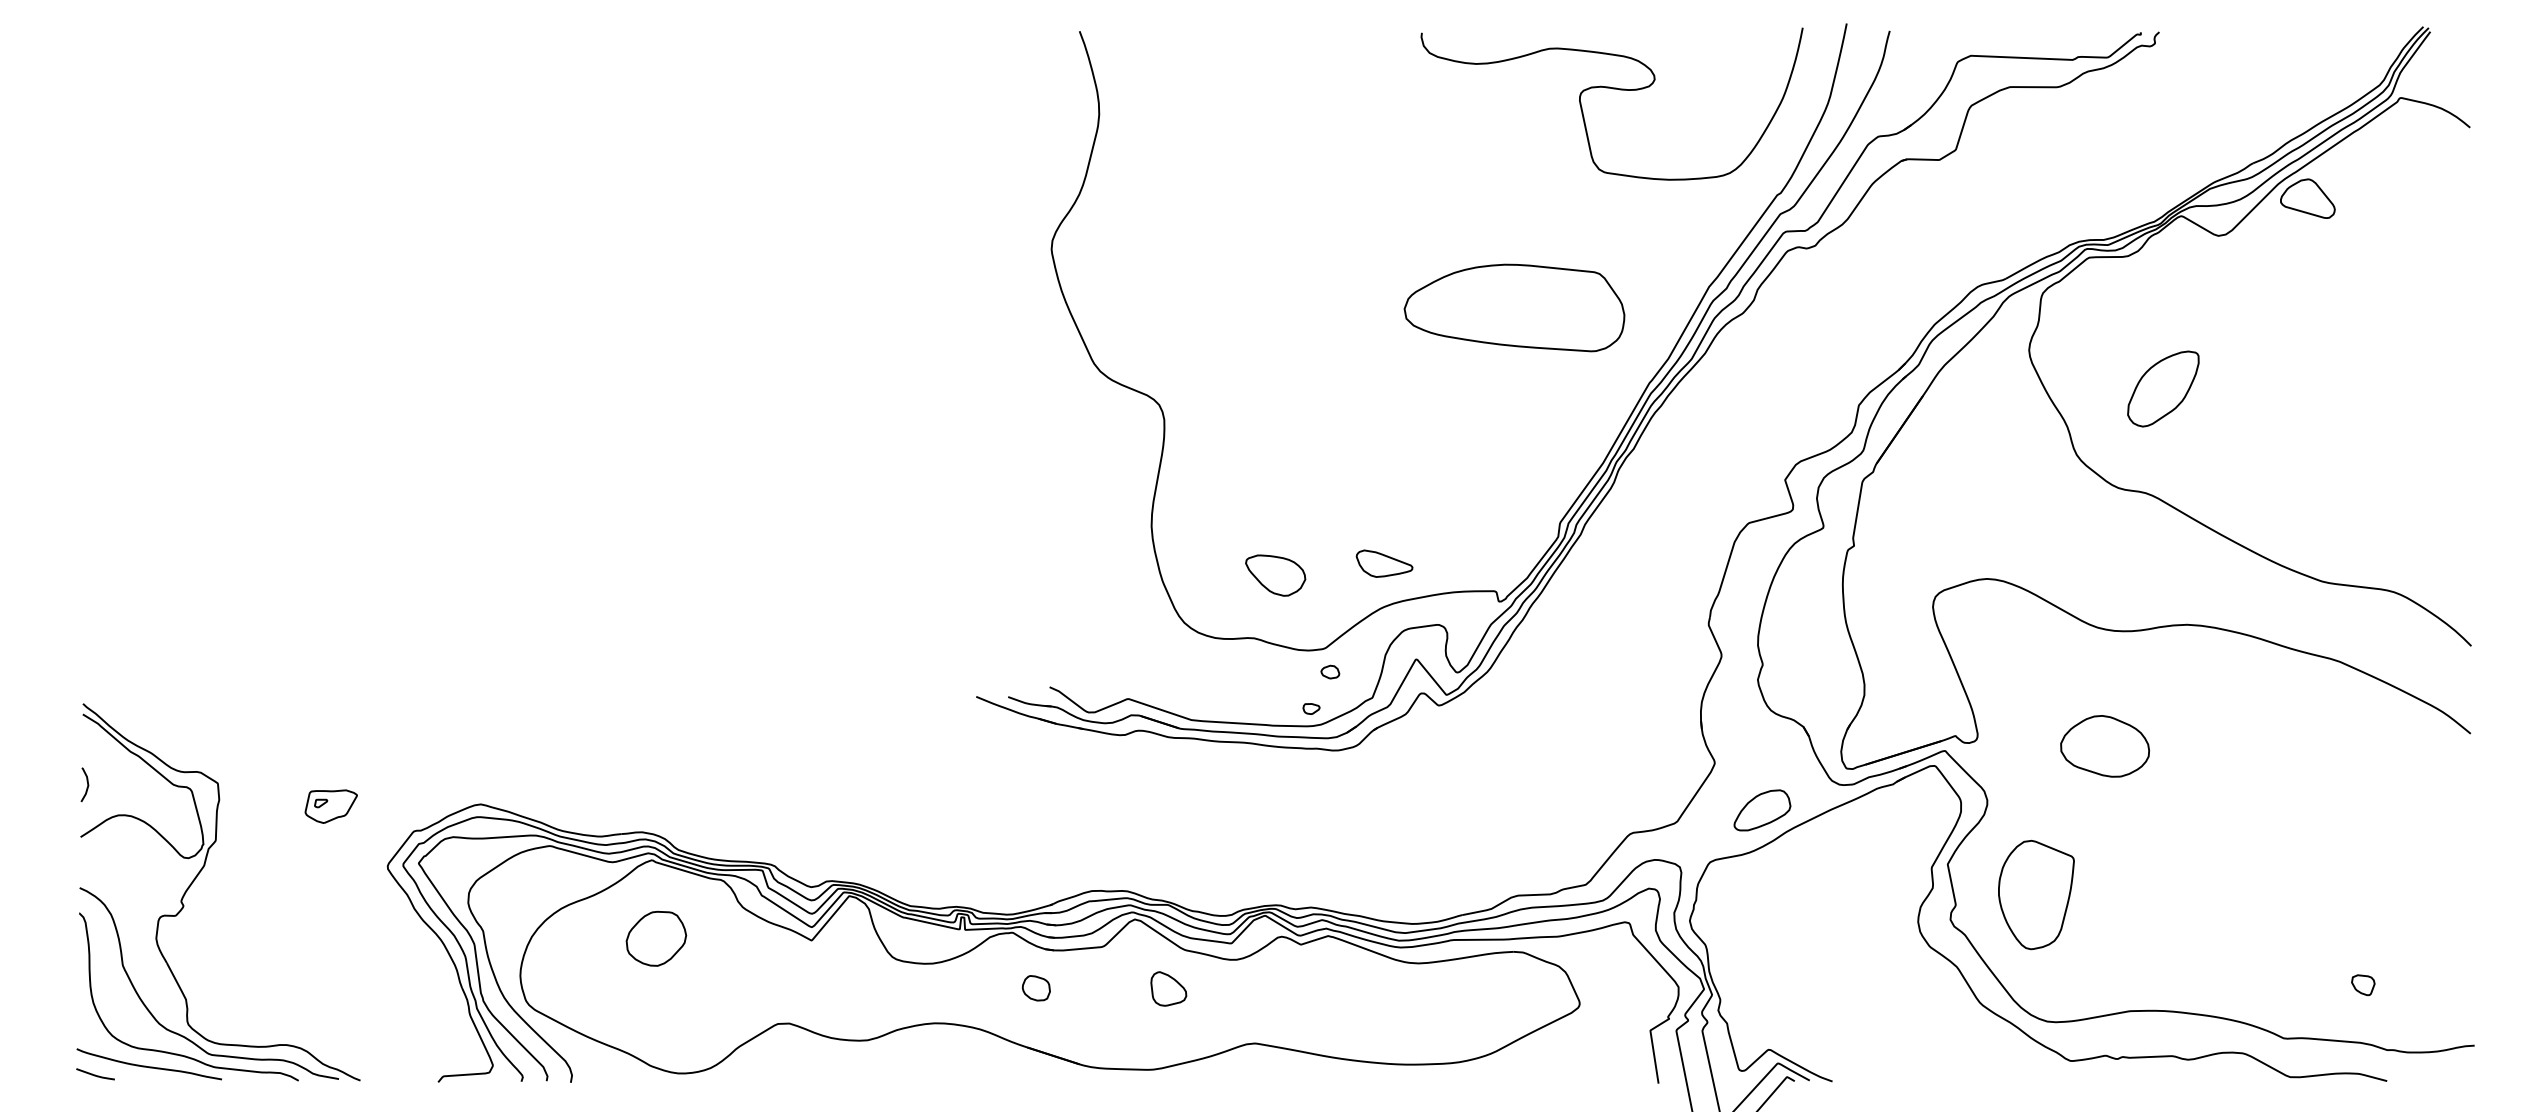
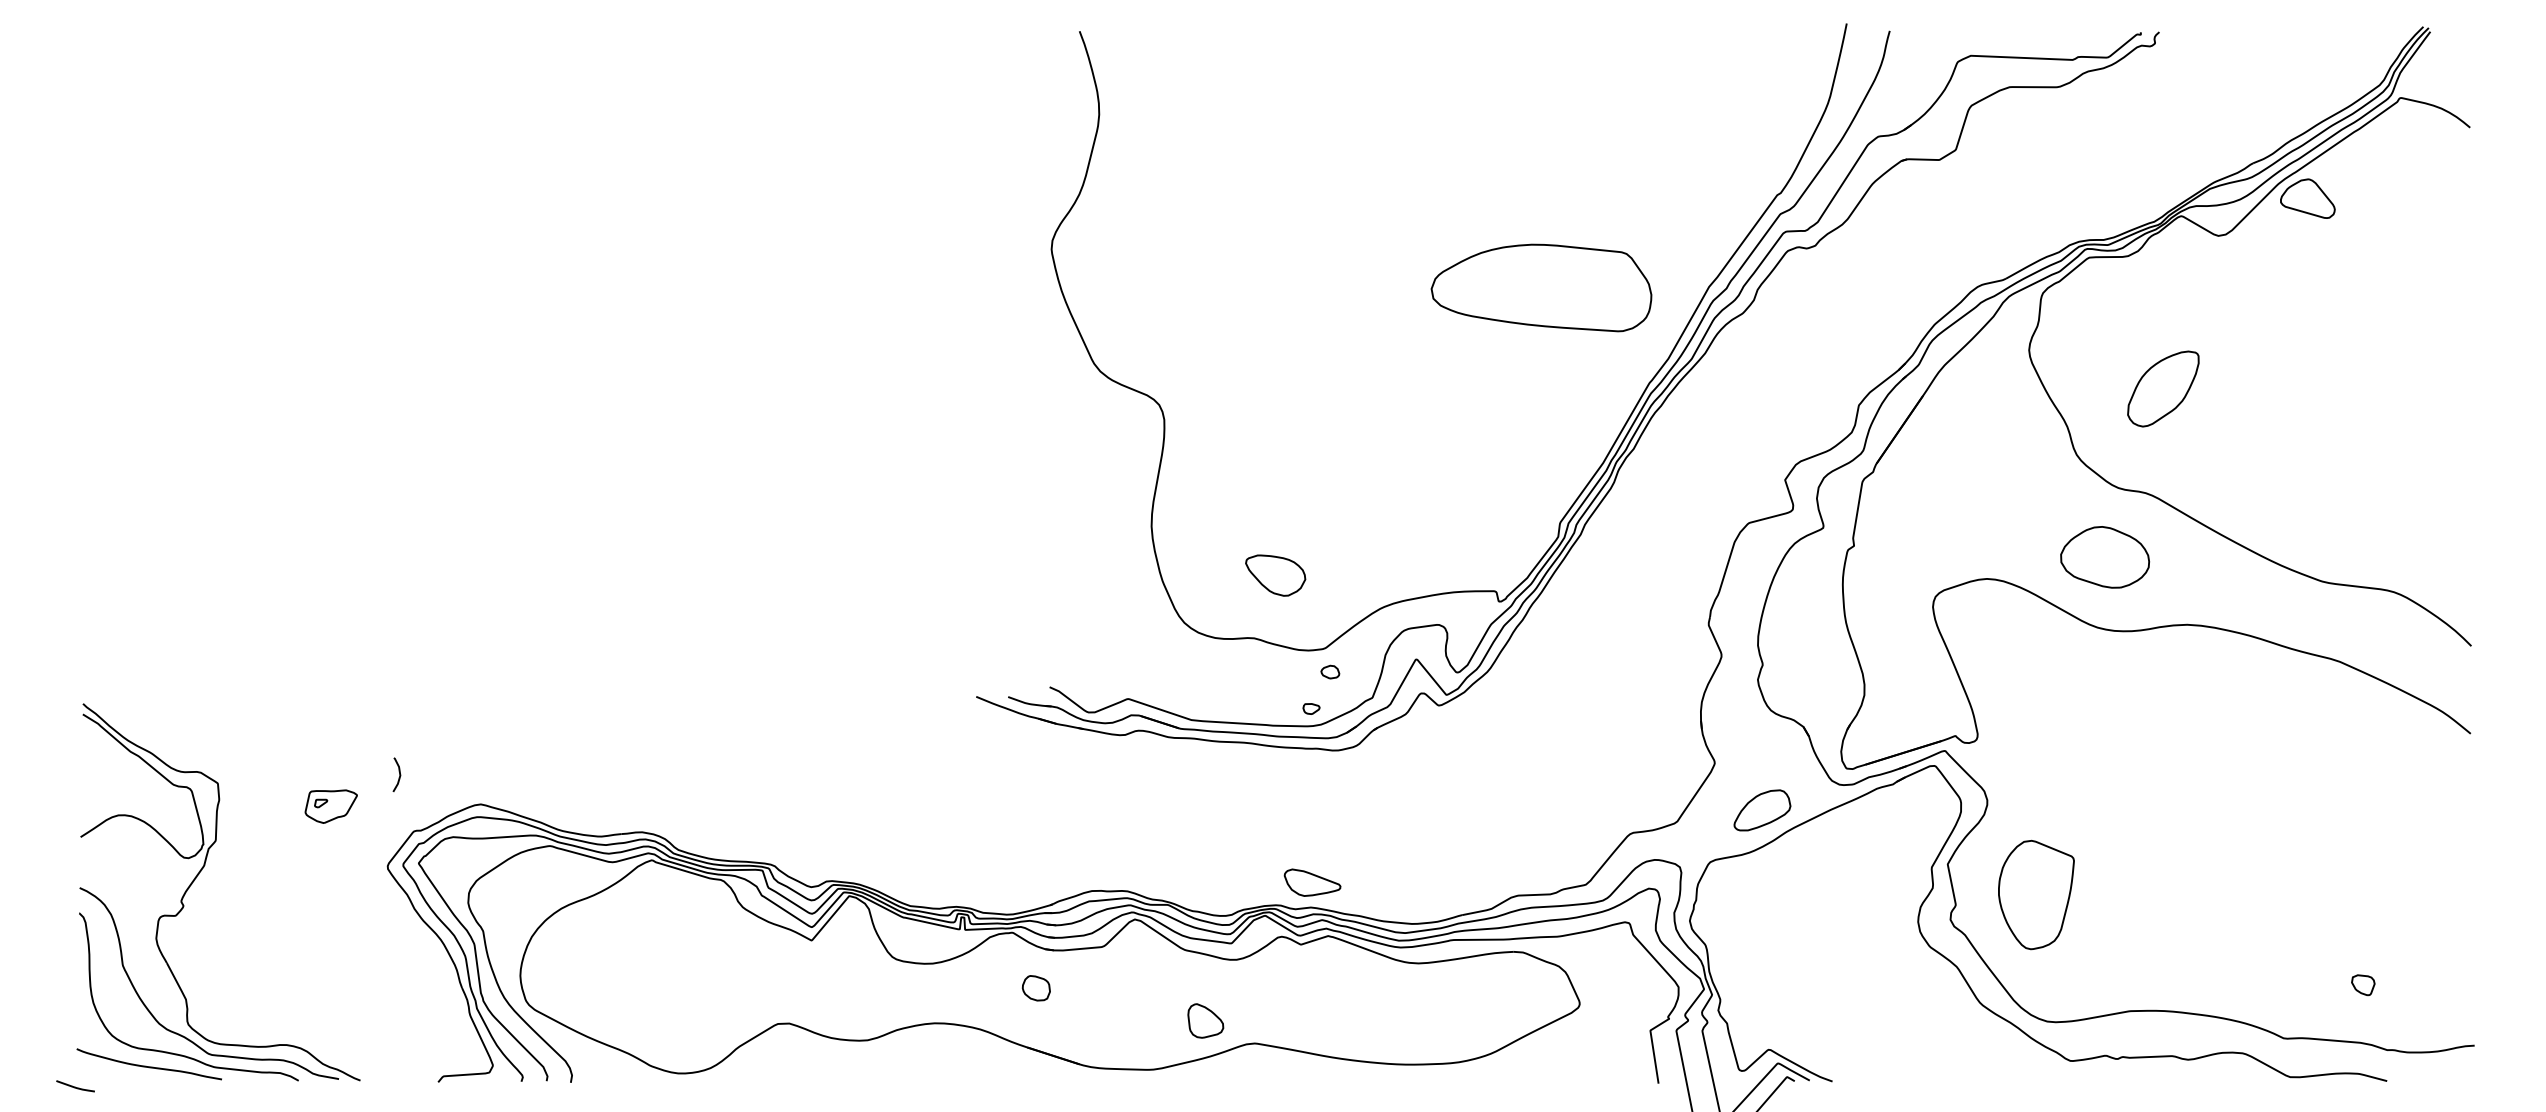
curve at (1612, 89): present -> none
part at (1514, 307) position: (1514, 307) -> (1541, 287)
part at (1384, 563) position: (1384, 563) -> (1312, 882)
part at (2105, 746) position: (2105, 746) -> (2105, 557)
curve at (87, 784) position: (87, 784) -> (399, 774)
part at (656, 938): present -> none
part at (1168, 988) position: (1168, 988) -> (1205, 1020)
curve at (95, 1074) position: (95, 1074) -> (75, 1086)
